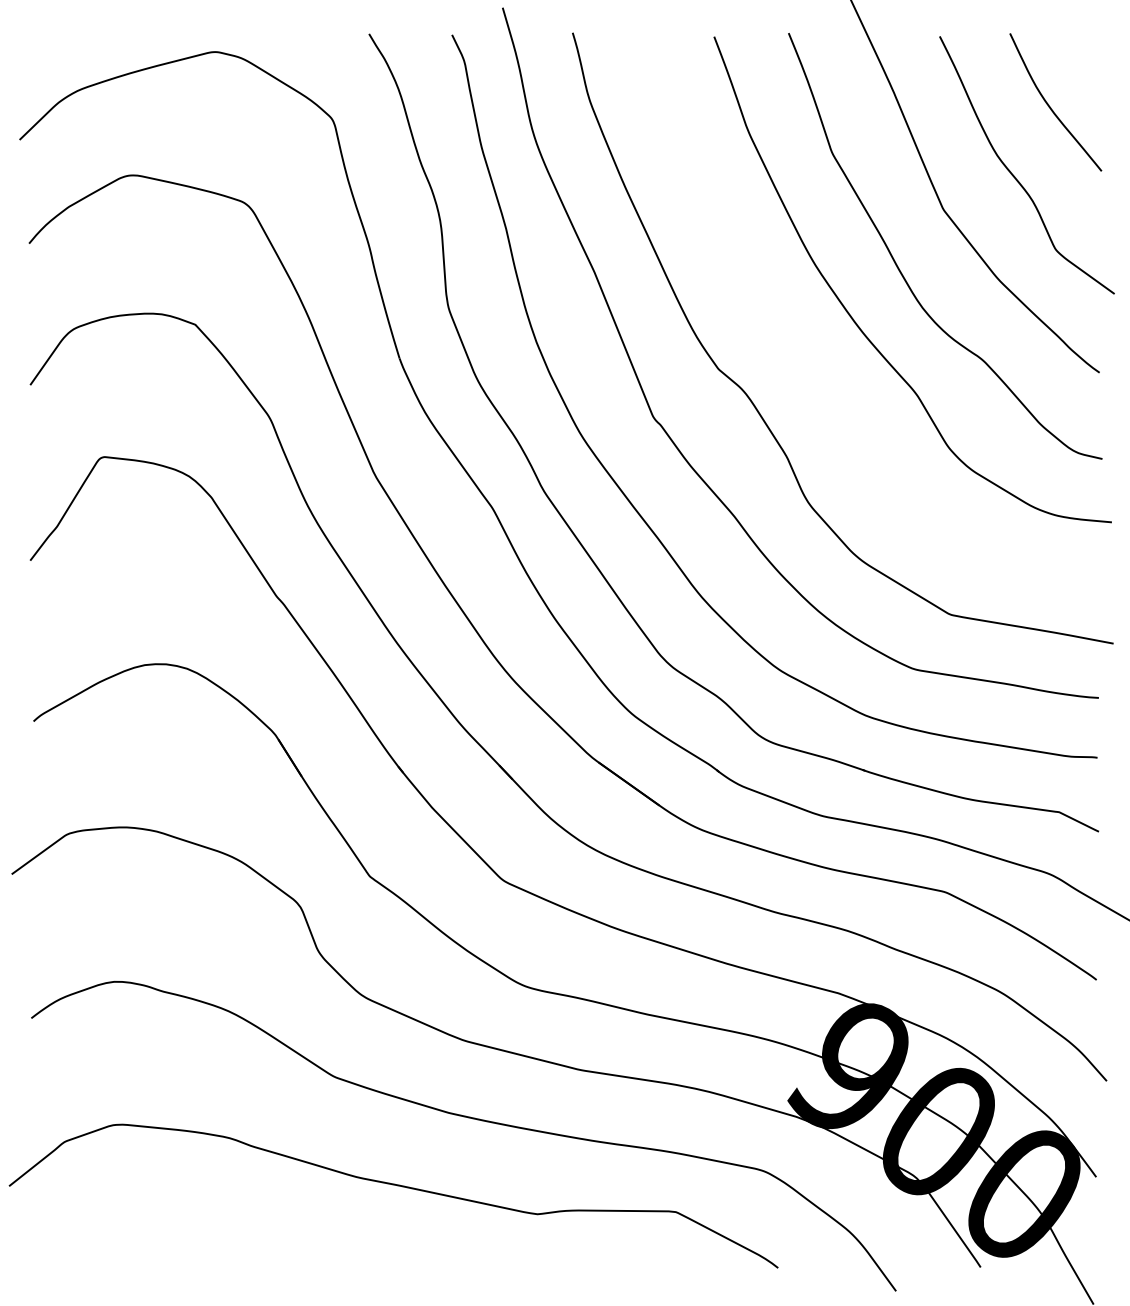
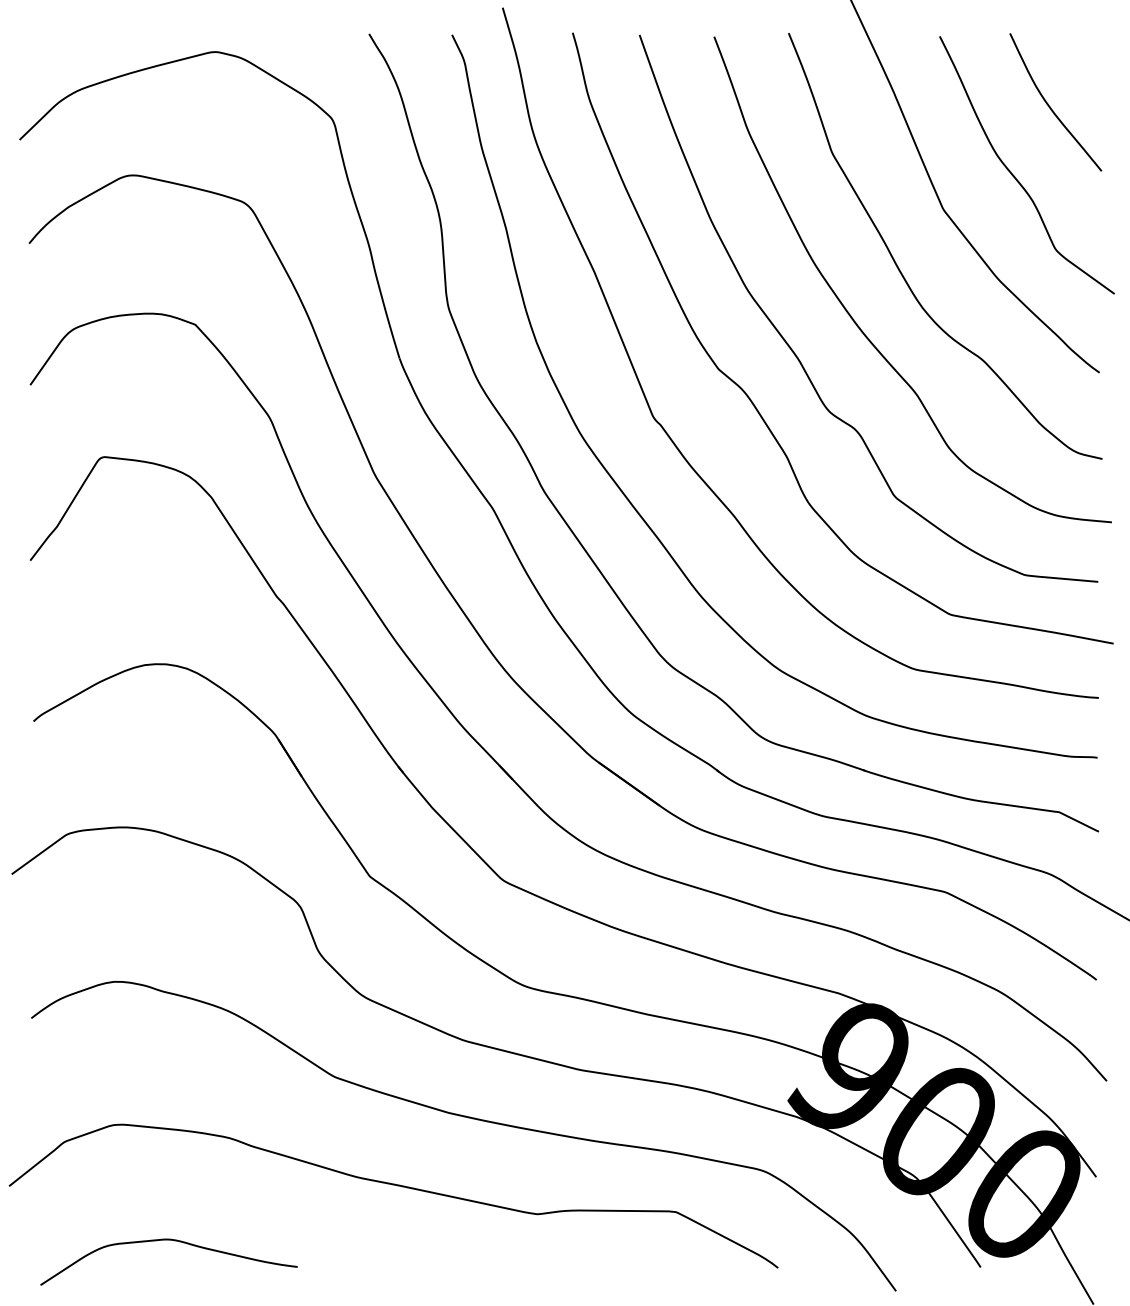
curve at (796, 354): none -> present
curve at (174, 1241): none -> present
